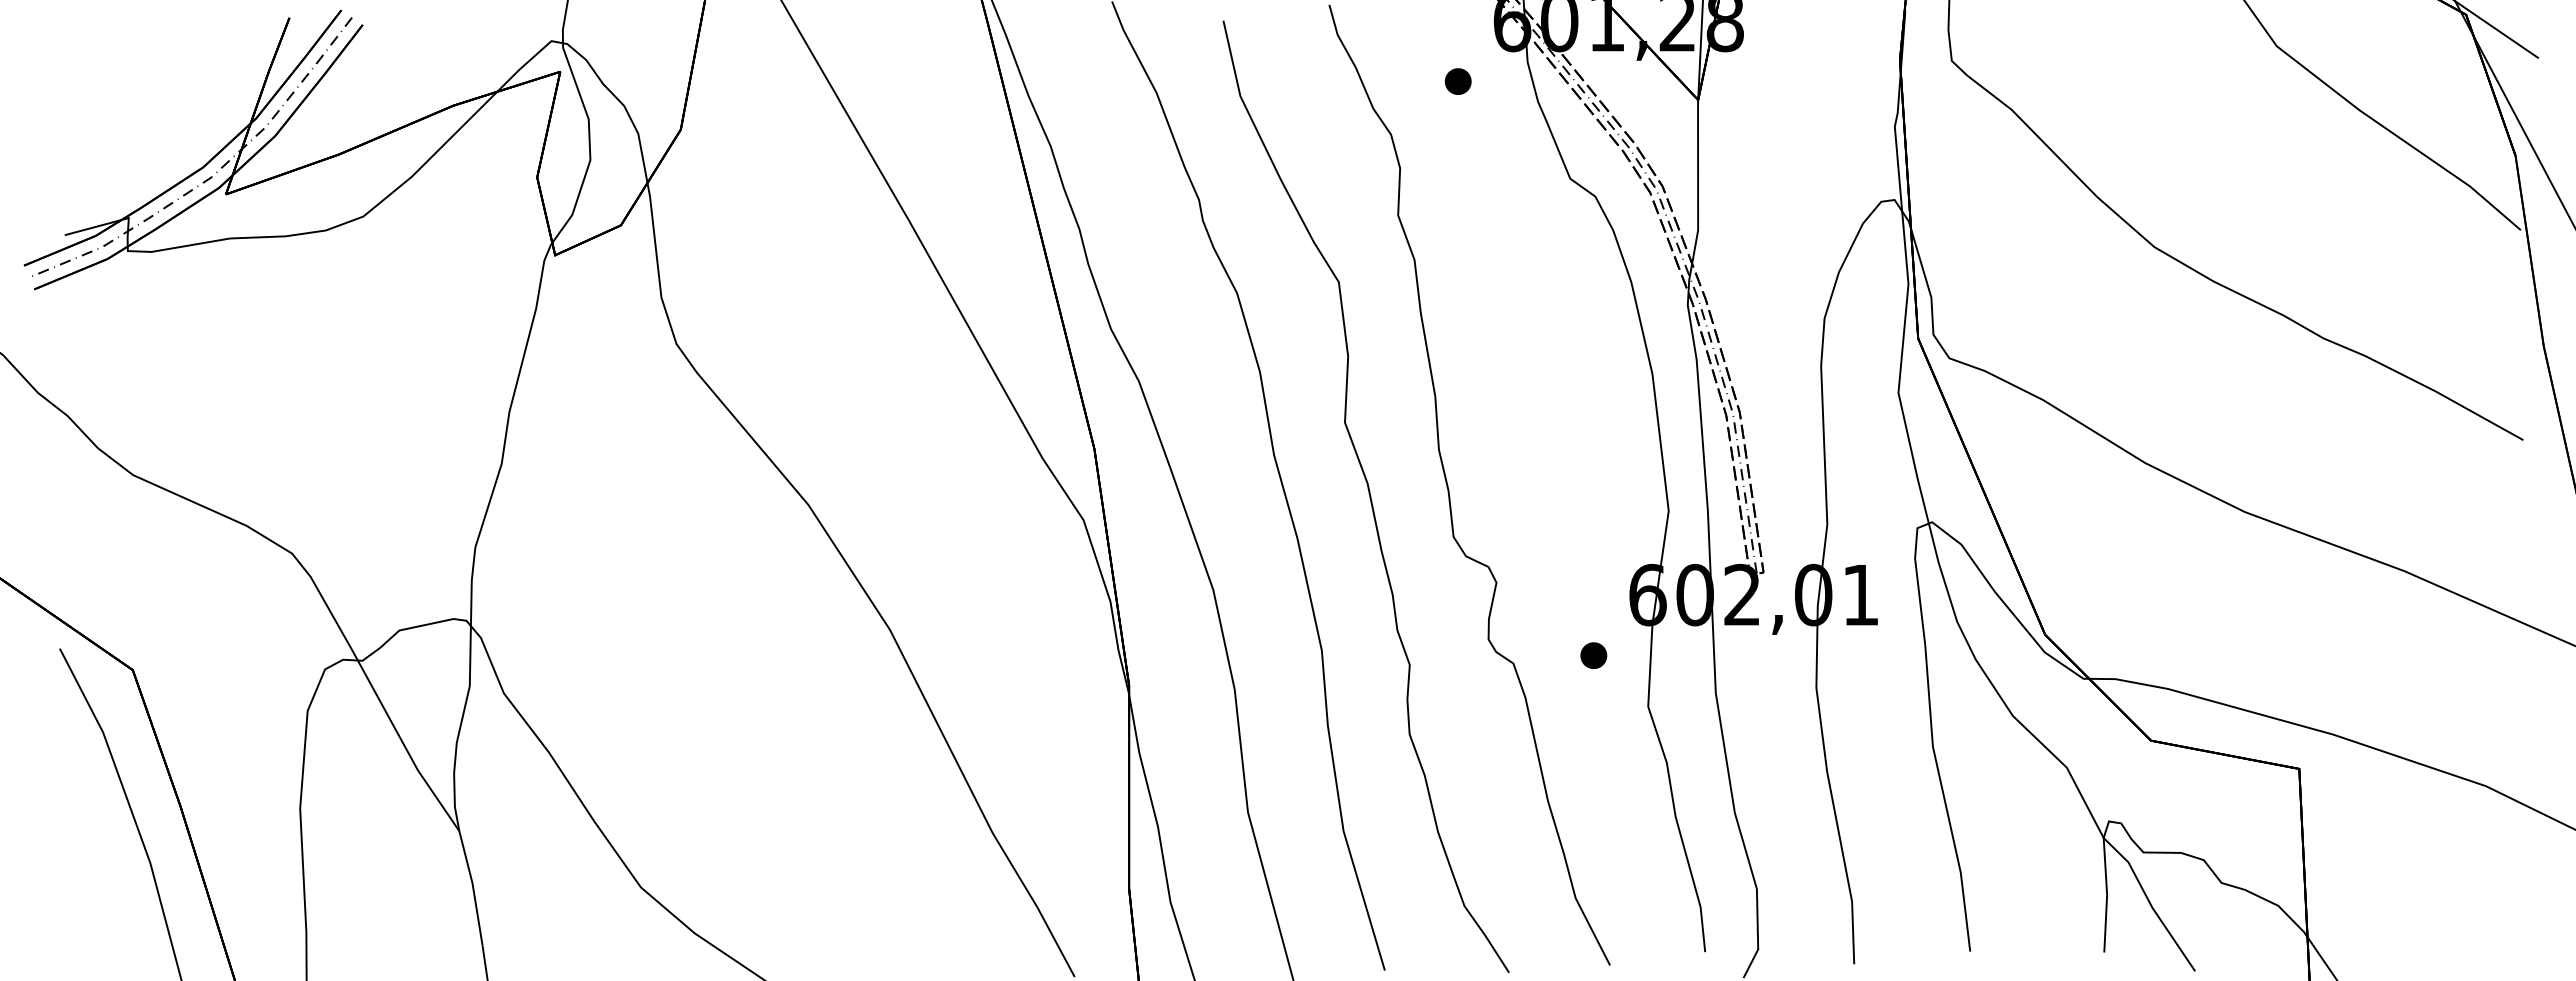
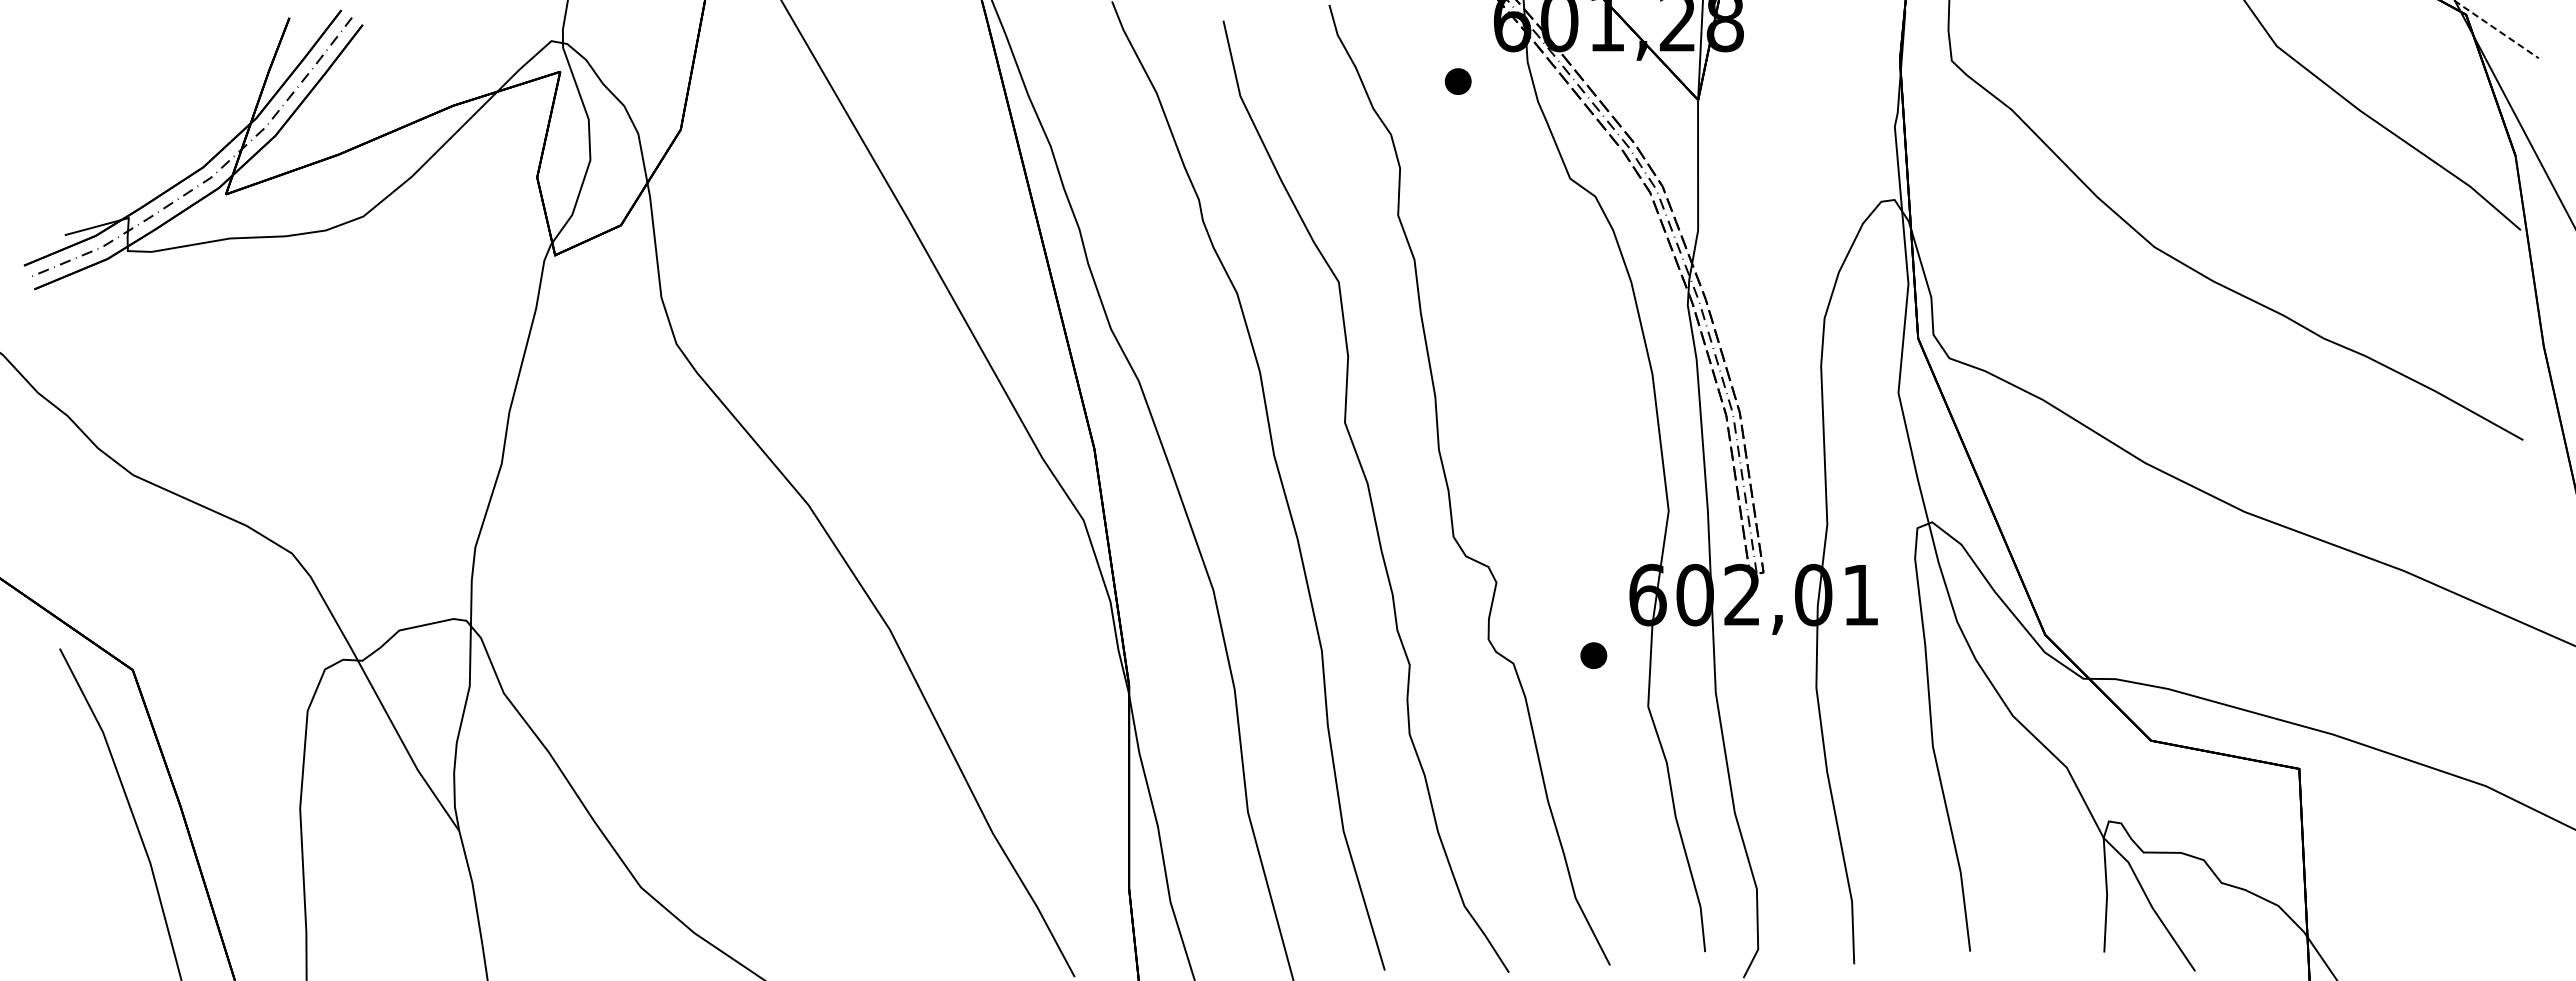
line at (2496, 29): solid -> dashed
